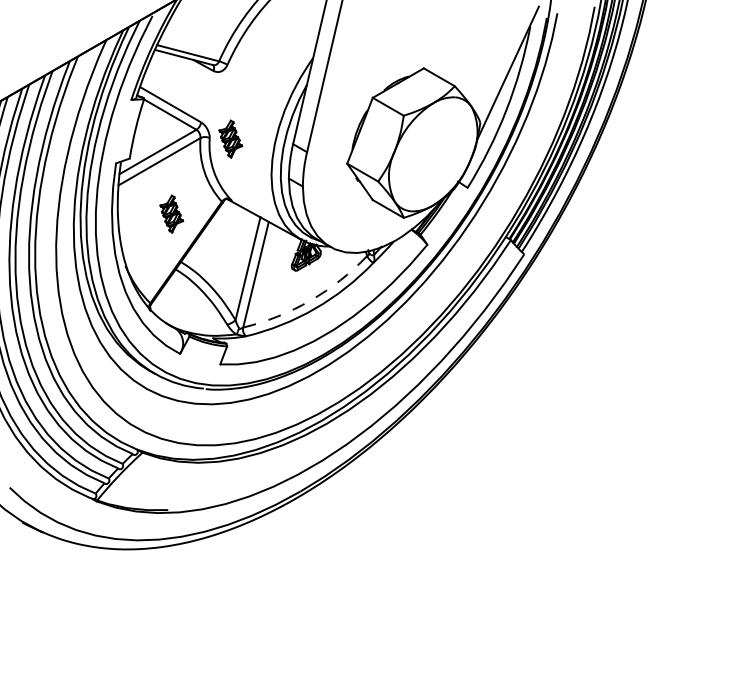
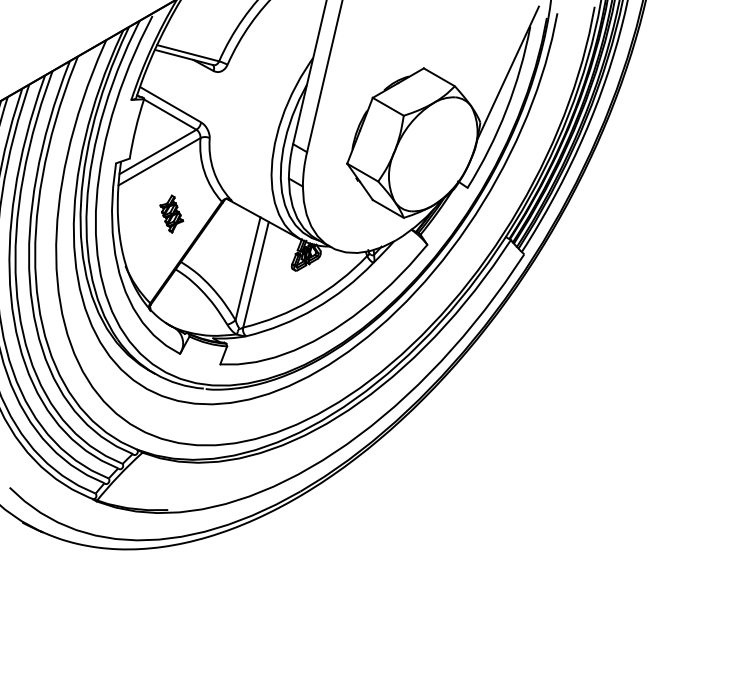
part at (230, 138): present -> none
arc at (310, 300): dashed -> solid
